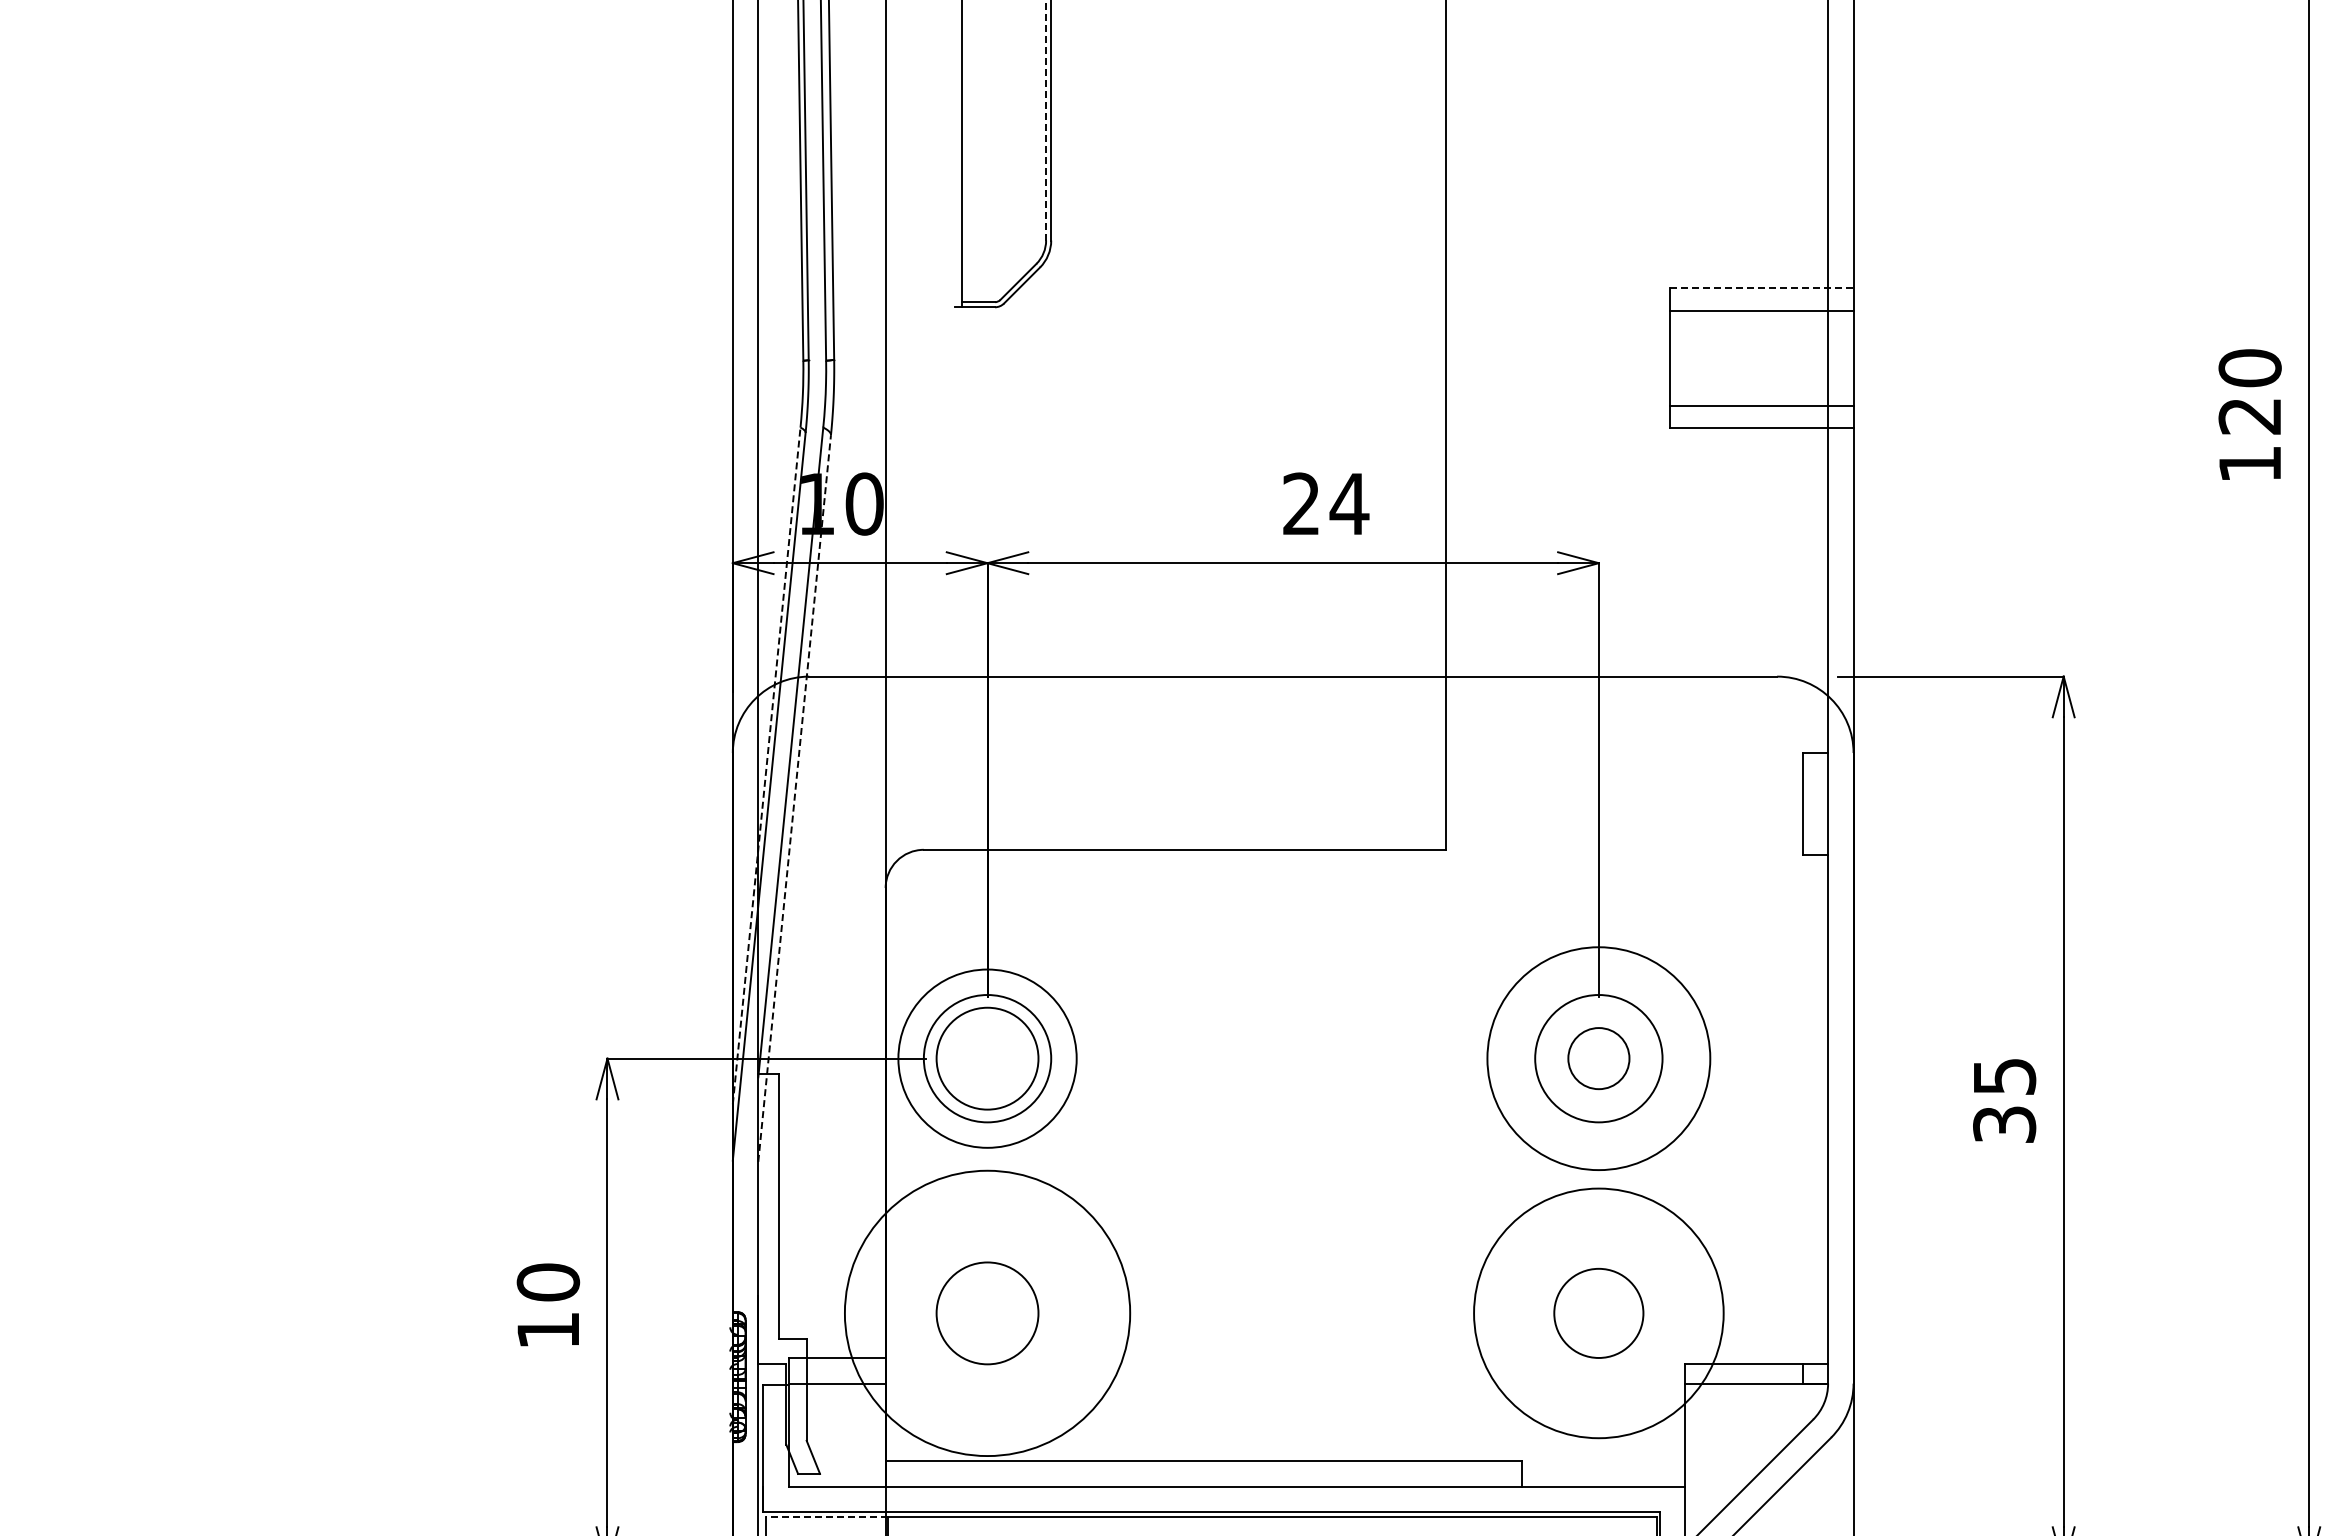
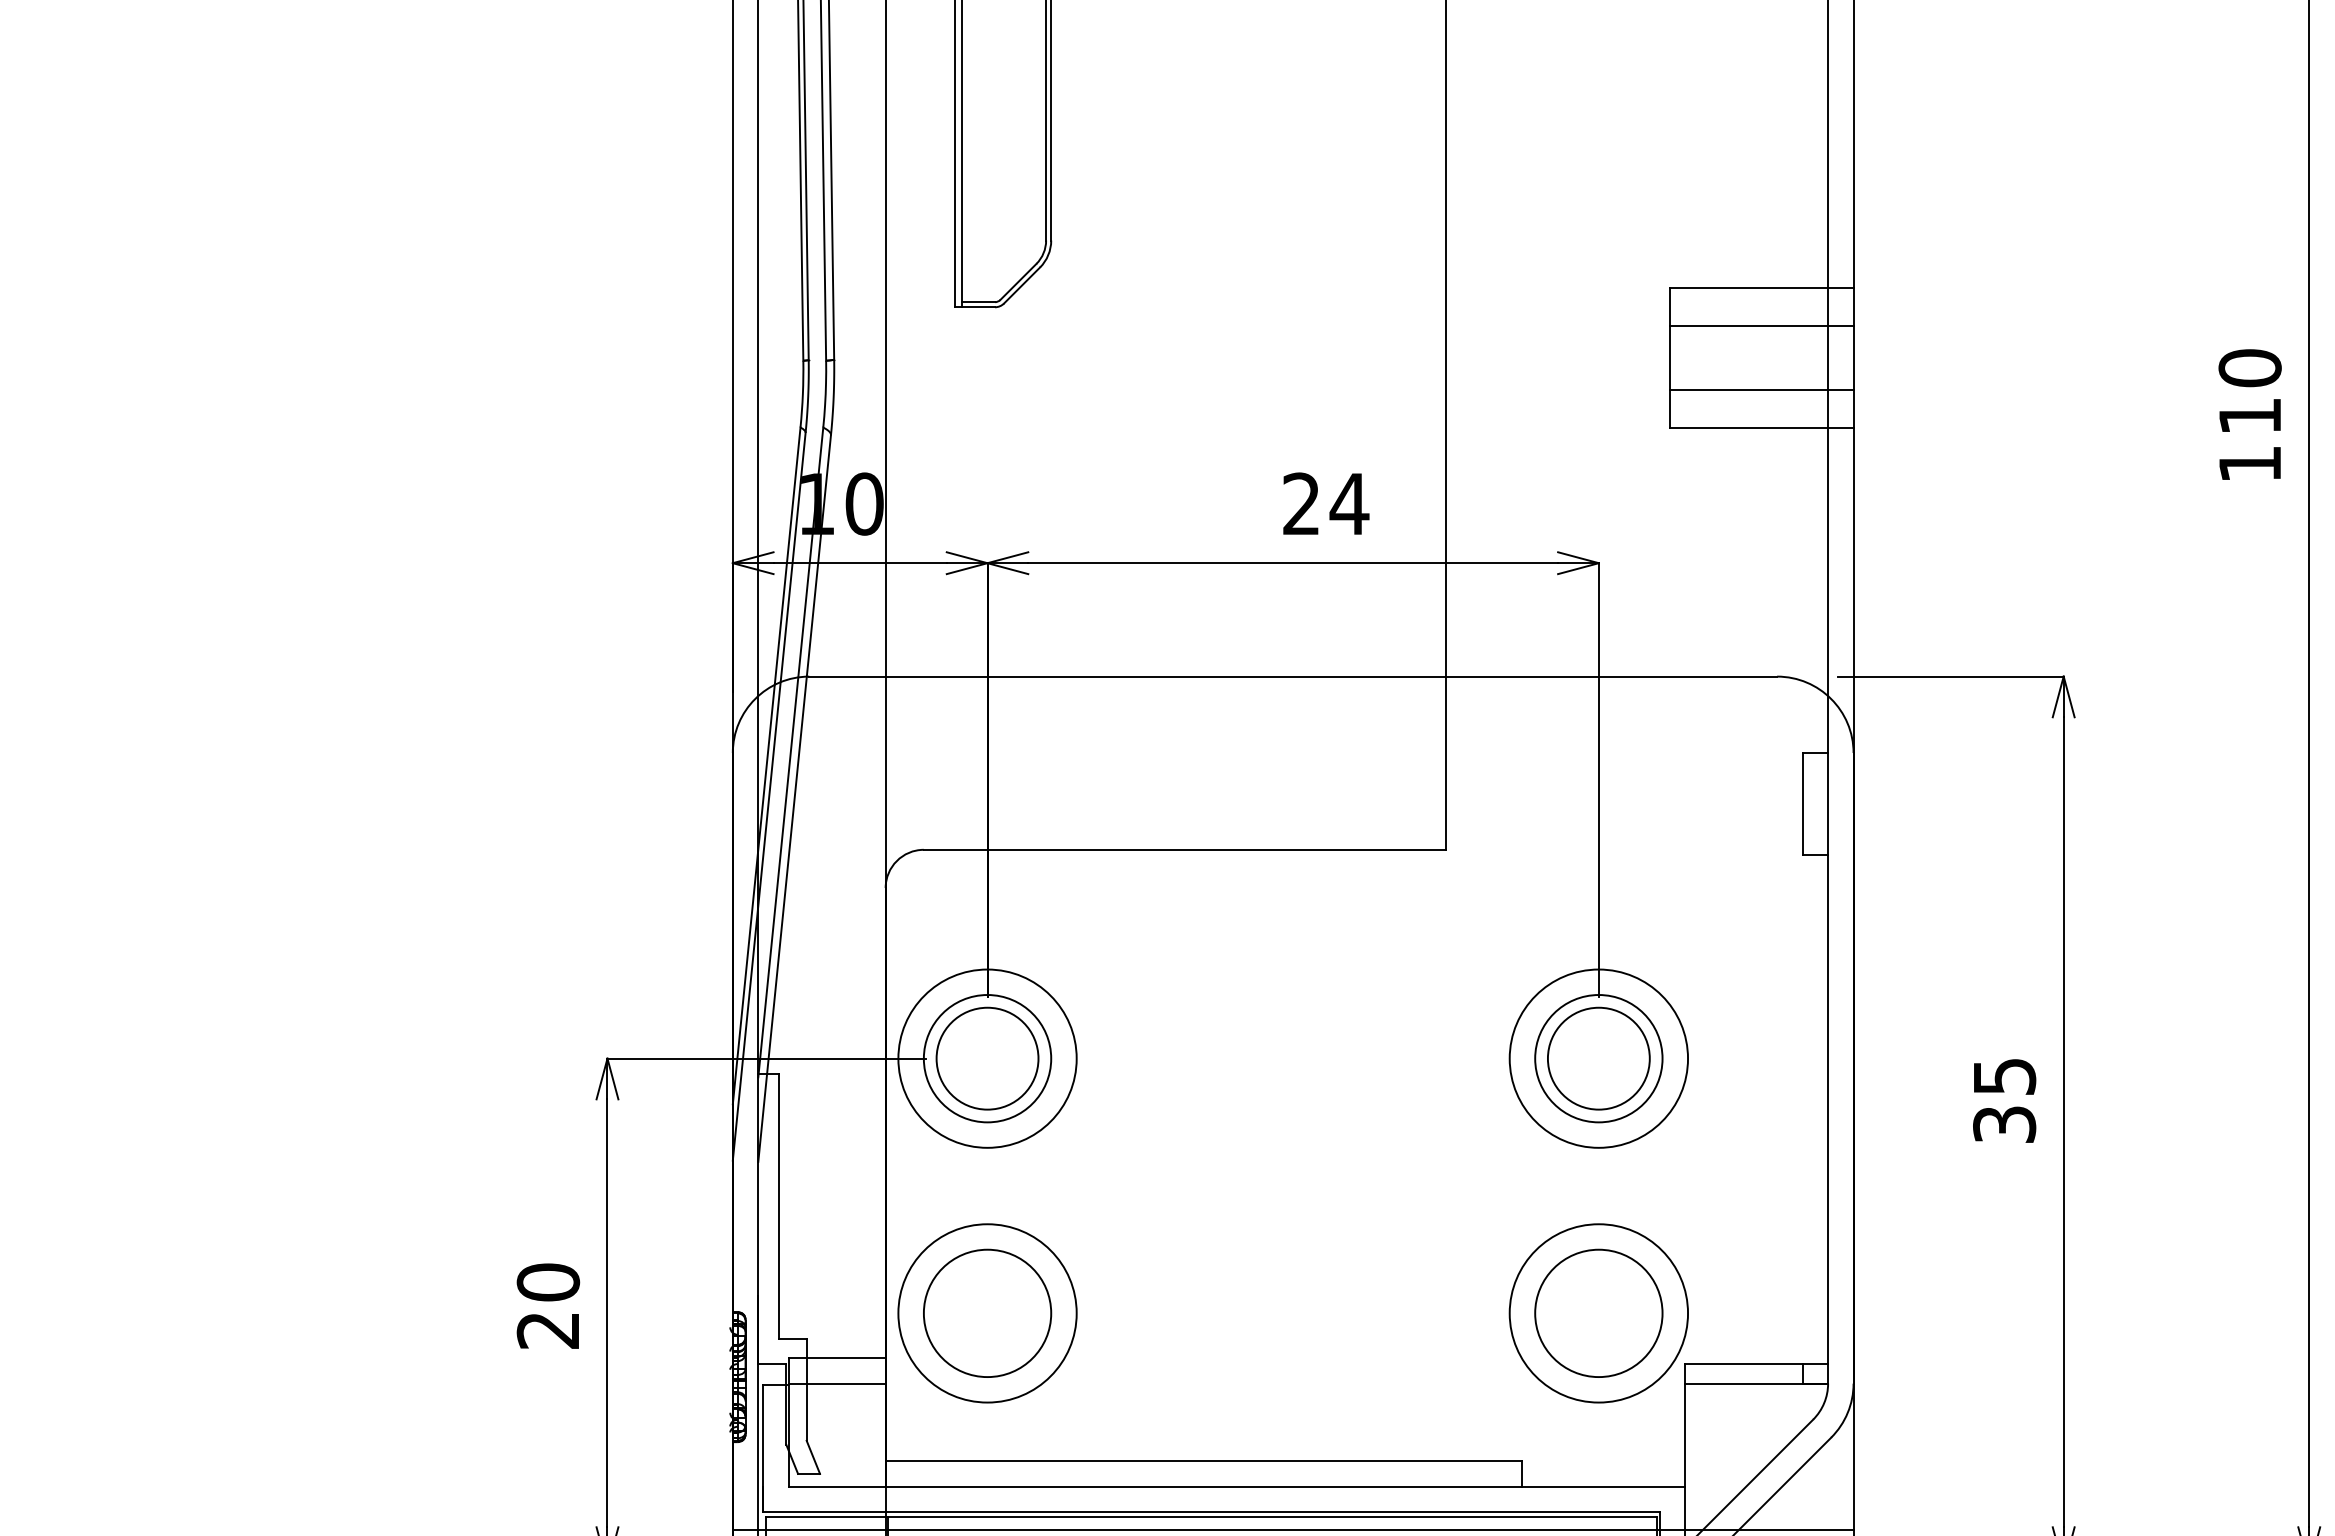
line at (1046, 120): dashed -> solid
line at (955, 154): none -> present
line at (1761, 288): dashed -> solid
line at (1761, 311) position: (1761, 311) -> (1761, 326)
line at (1761, 406) position: (1761, 406) -> (1761, 390)
text at (2249, 416): 120 -> 110
line at (766, 765): dashed -> solid
line at (794, 798): dashed -> solid
circle at (1598, 1058) diameter: 223 px -> 178 px
circle at (1598, 1058) size: 64x64 px -> 104x105 px
circle at (1598, 1312) diameter: 89 px -> 127 px
circle at (987, 1313) diameter: 102 px -> 127 px
circle at (987, 1313) diameter: 285 px -> 178 px
circle at (1598, 1313) diameter: 250 px -> 178 px
text at (547, 1330): 10 -> 20
line at (826, 1517): dashed -> solid
line at (1292, 1529): none -> present
